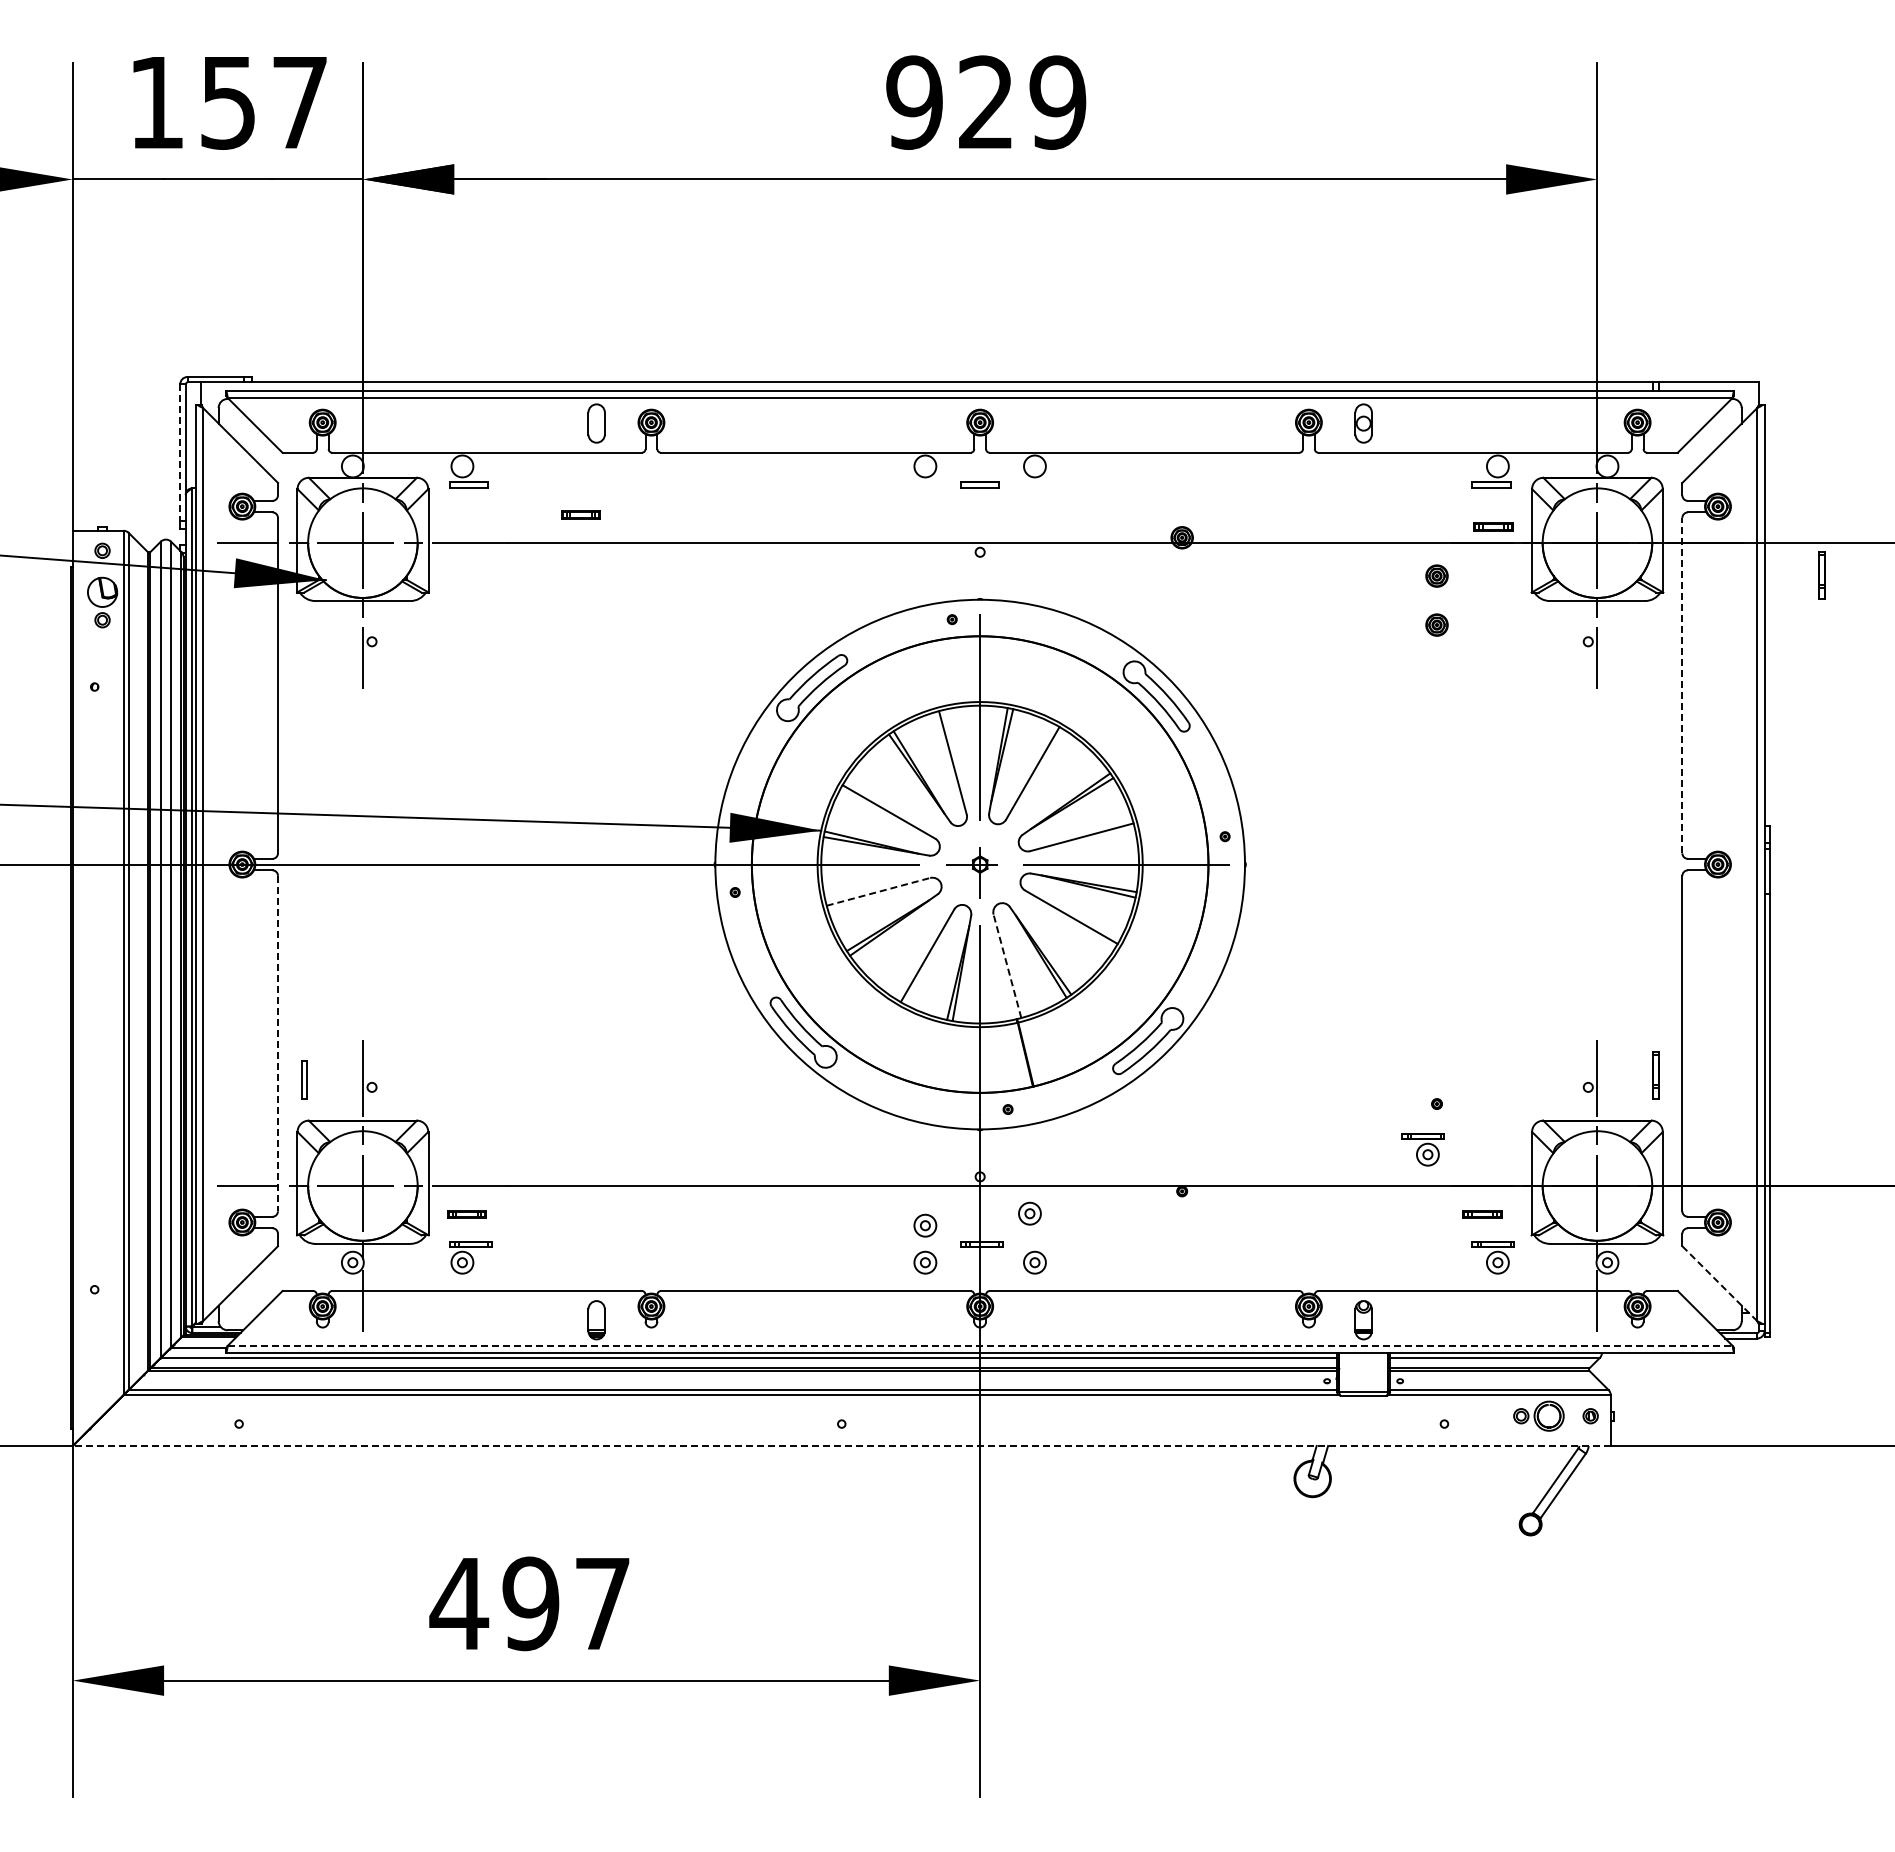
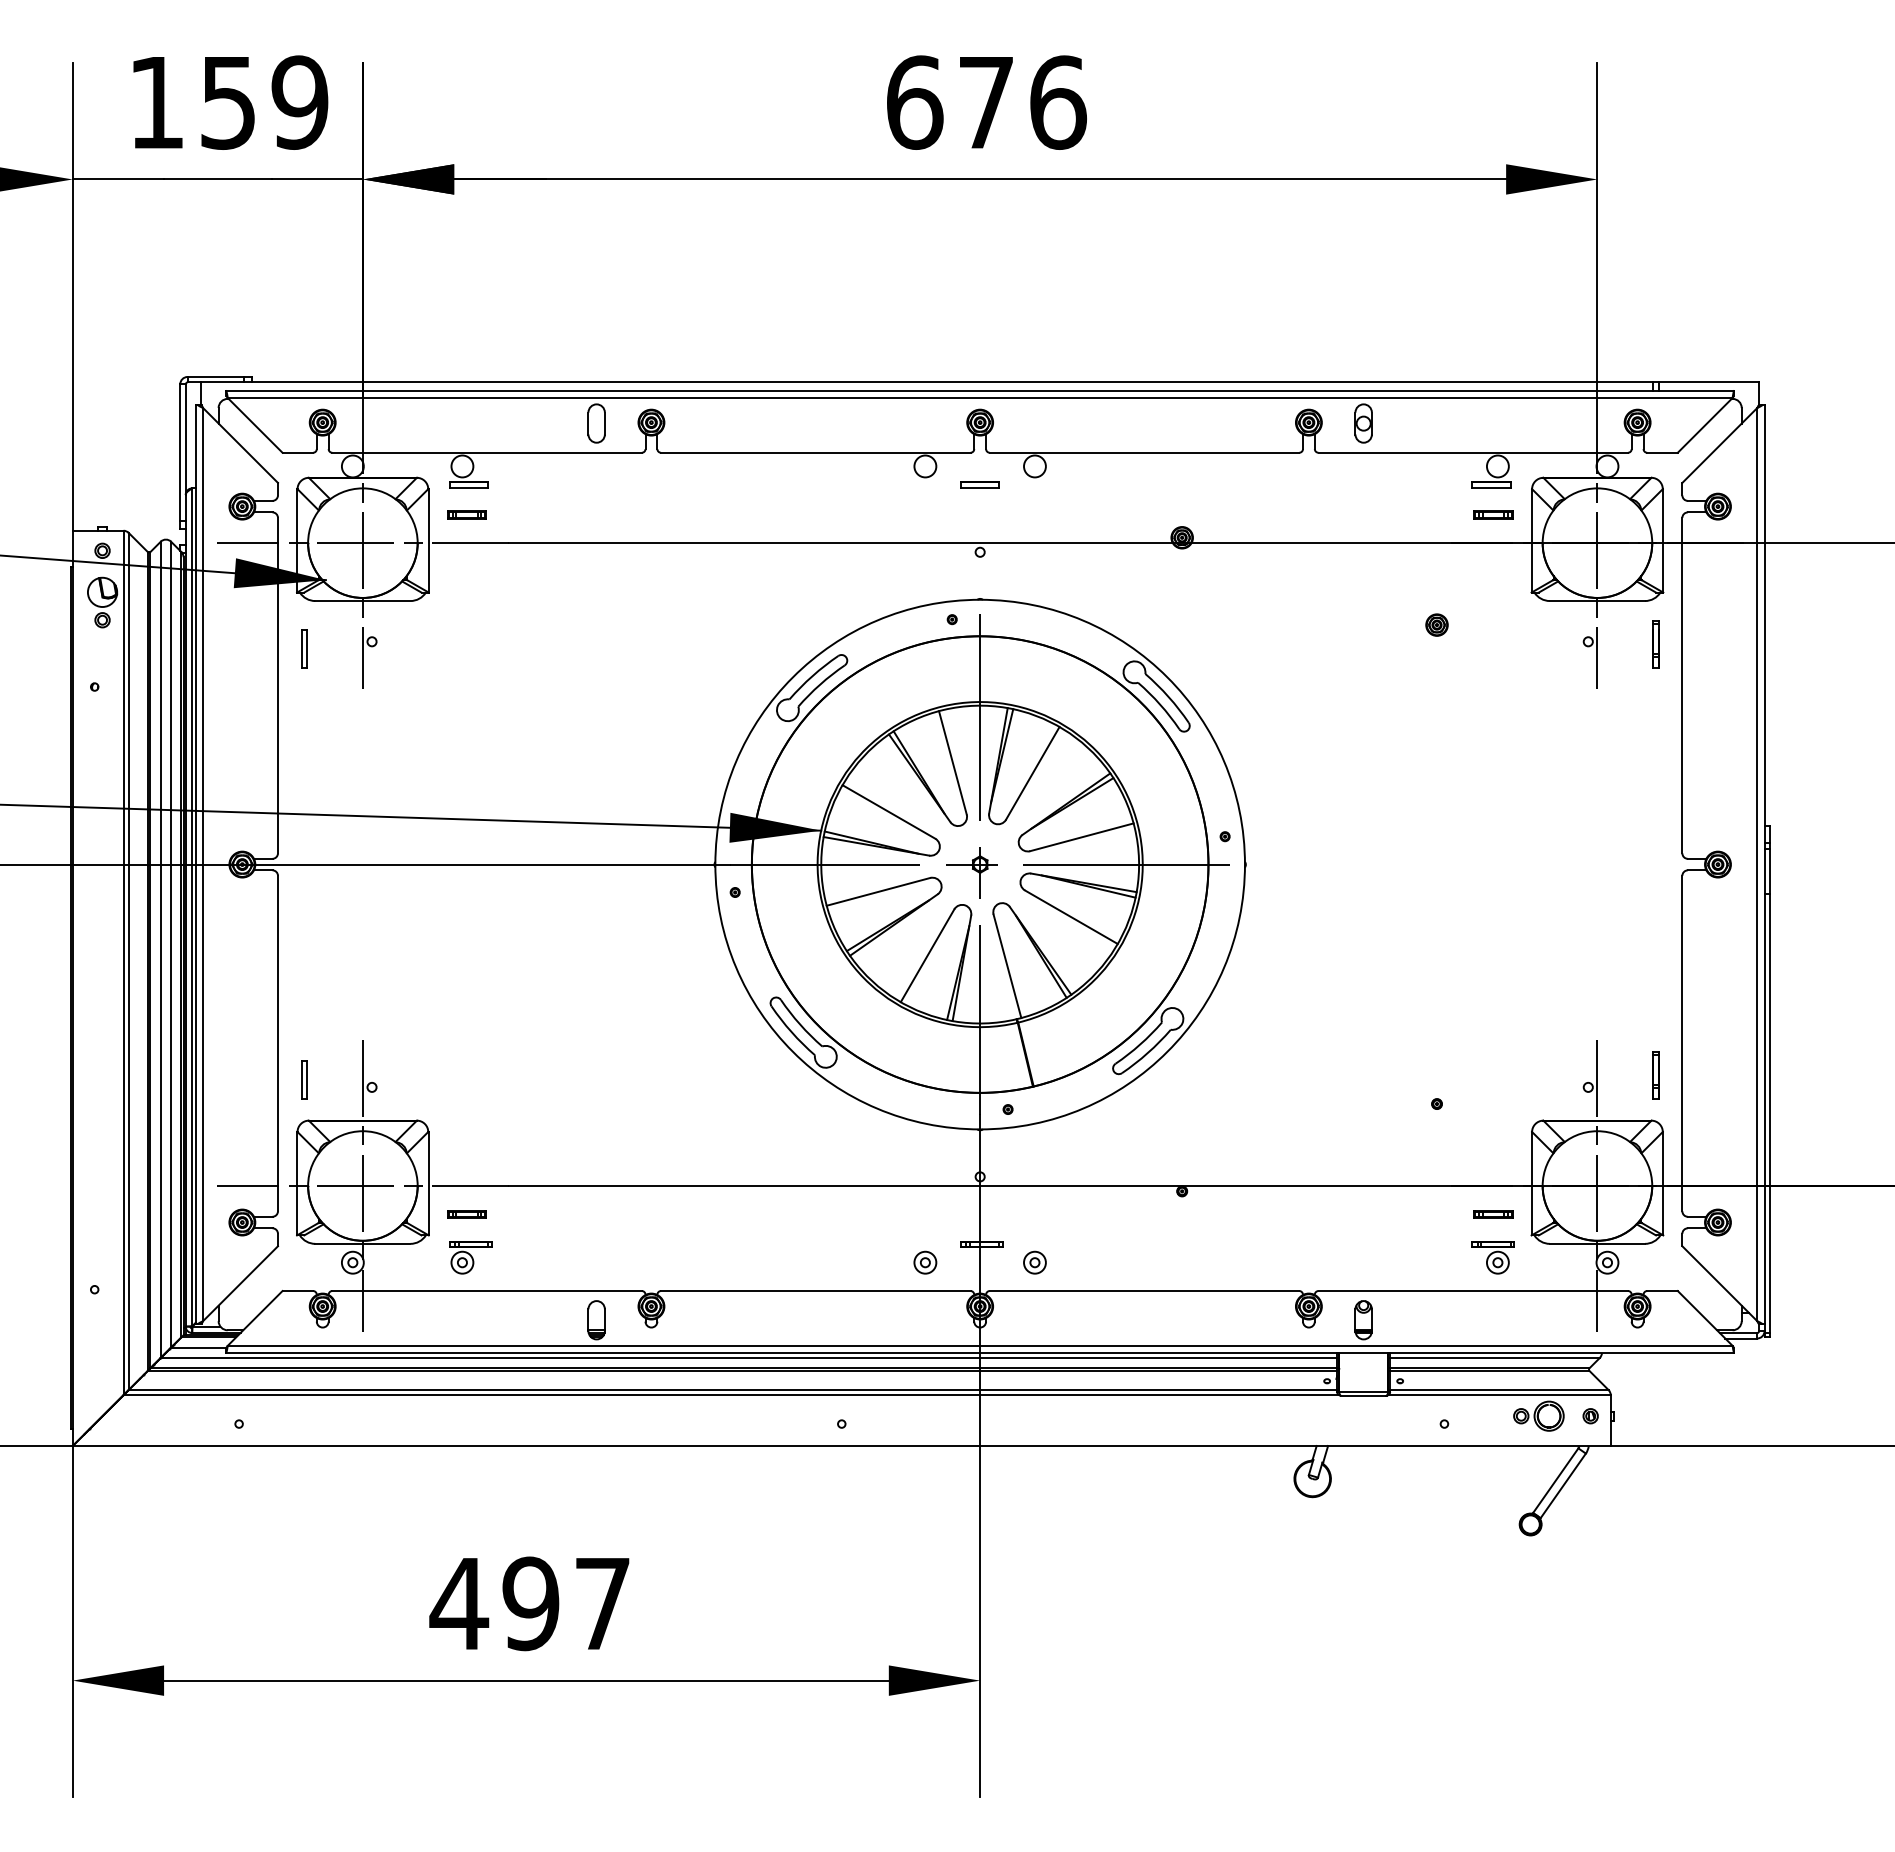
text at (299, 102): 157 -> 159
text at (986, 102): 929 -> 676
line at (180, 453): dashed -> solid
part at (580, 514) position: (580, 514) -> (466, 514)
part at (1493, 526) position: (1493, 526) -> (1493, 514)
part at (1436, 575): present -> none
part at (1821, 575) position: (1821, 575) -> (1655, 644)
part at (304, 648): none -> present
line at (1682, 685): dashed -> solid
line at (878, 891): dashed -> solid
line at (1007, 966): dashed -> solid
line at (277, 1043): dashed -> solid
part at (1422, 1149): present -> none
part at (1029, 1213): present -> none
part at (1482, 1214) position: (1482, 1214) -> (1493, 1214)
part at (925, 1225): present -> none
line at (1719, 1283): dashed -> solid
line at (980, 1345): dashed -> solid
line at (841, 1446): dashed -> solid
